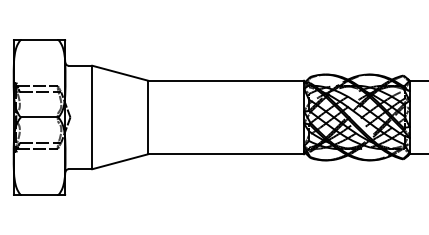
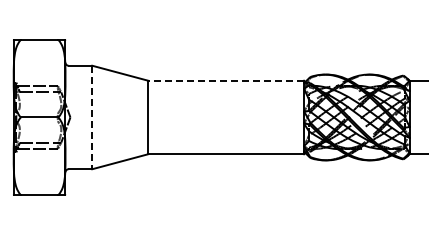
line at (226, 80): solid -> dashed
line at (92, 117): solid -> dashed
